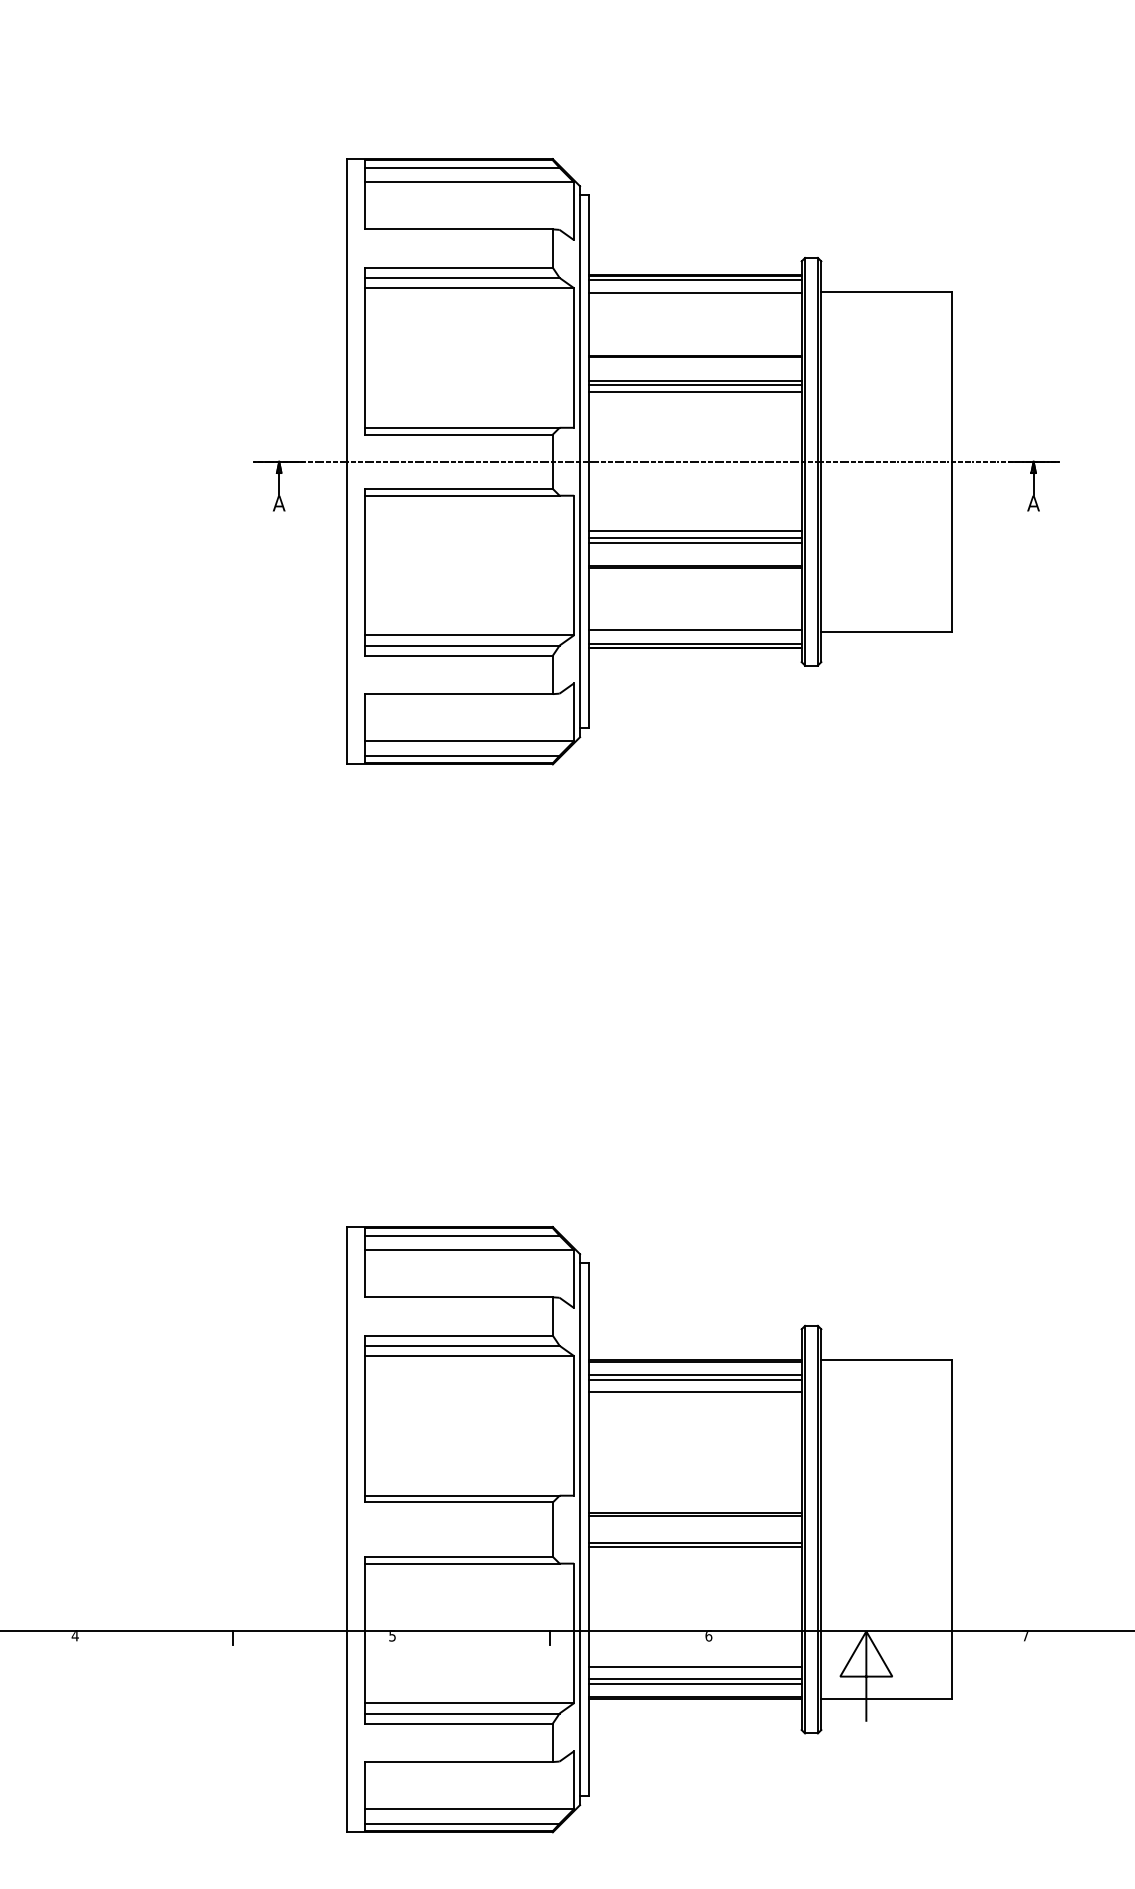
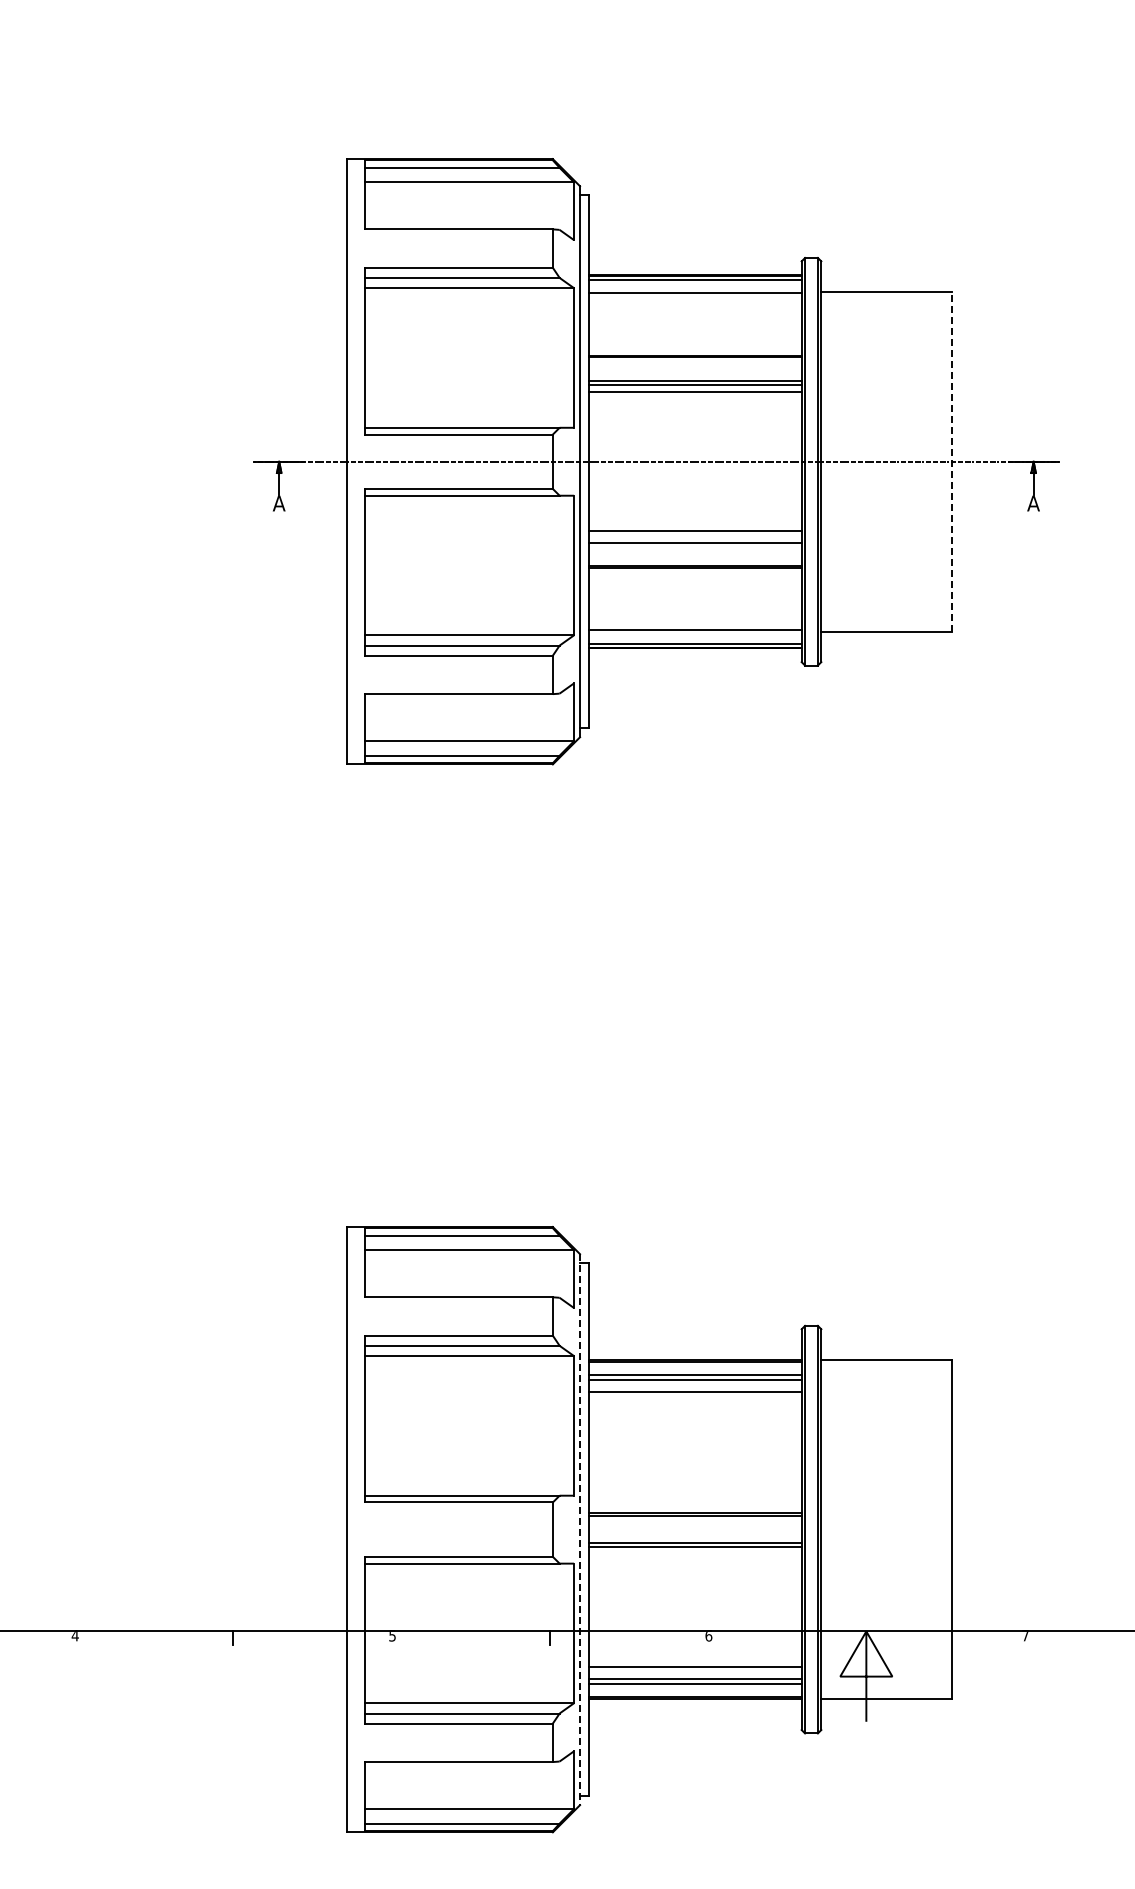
line at (952, 461): solid -> dashed
line at (695, 538): present -> none
line at (580, 1530): solid -> dashed
